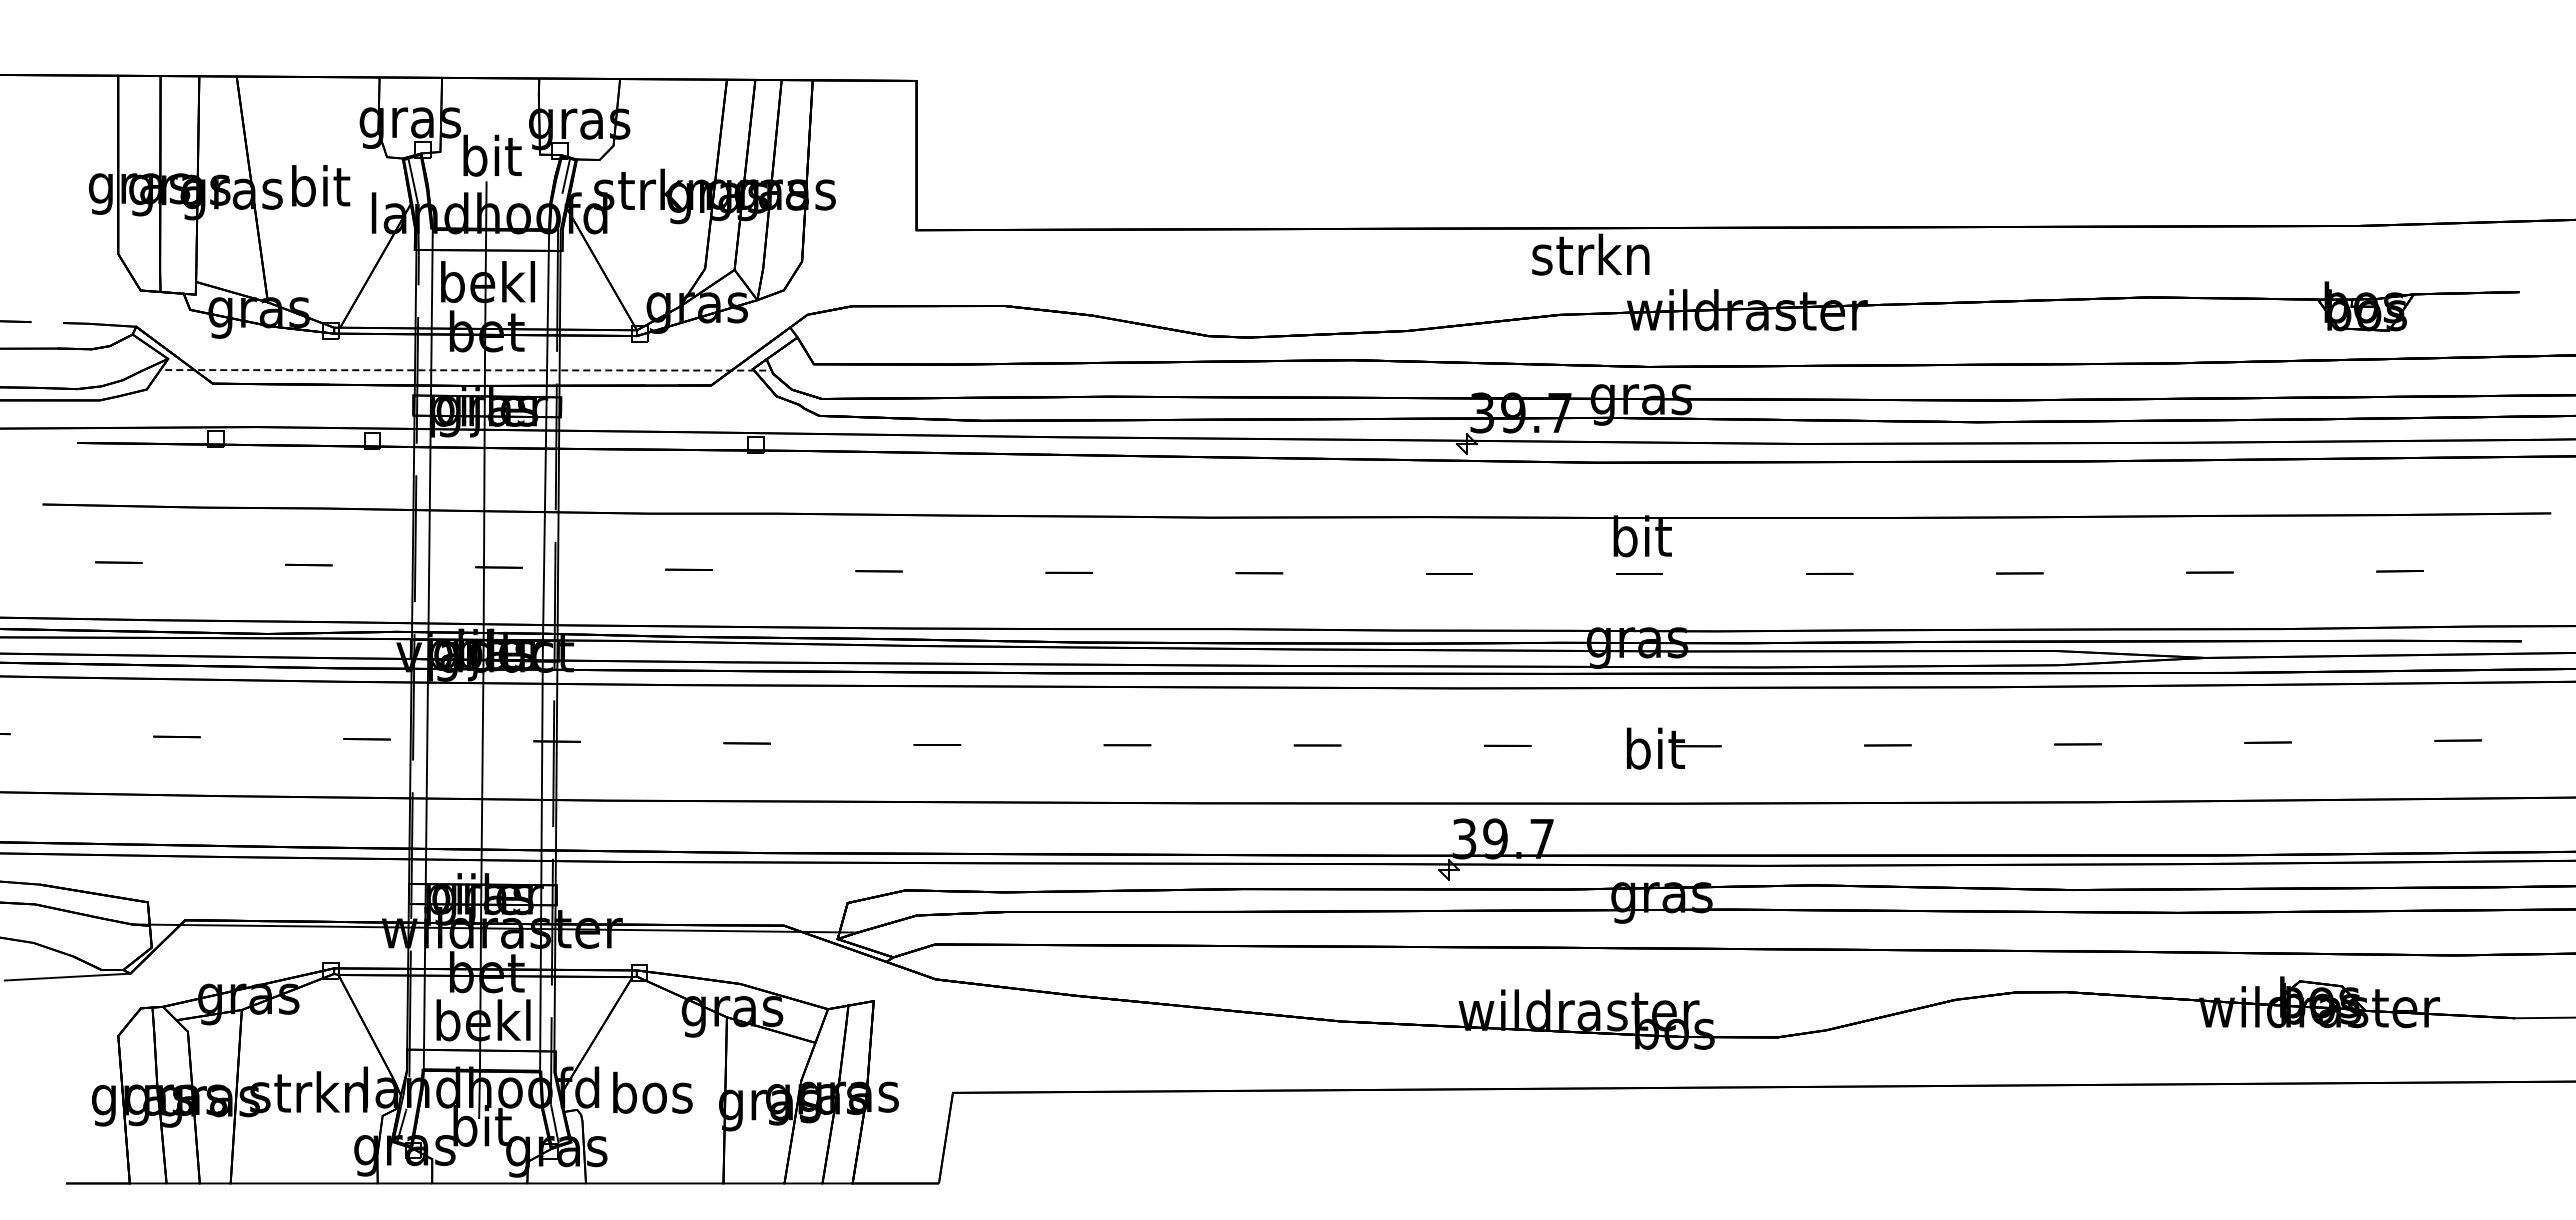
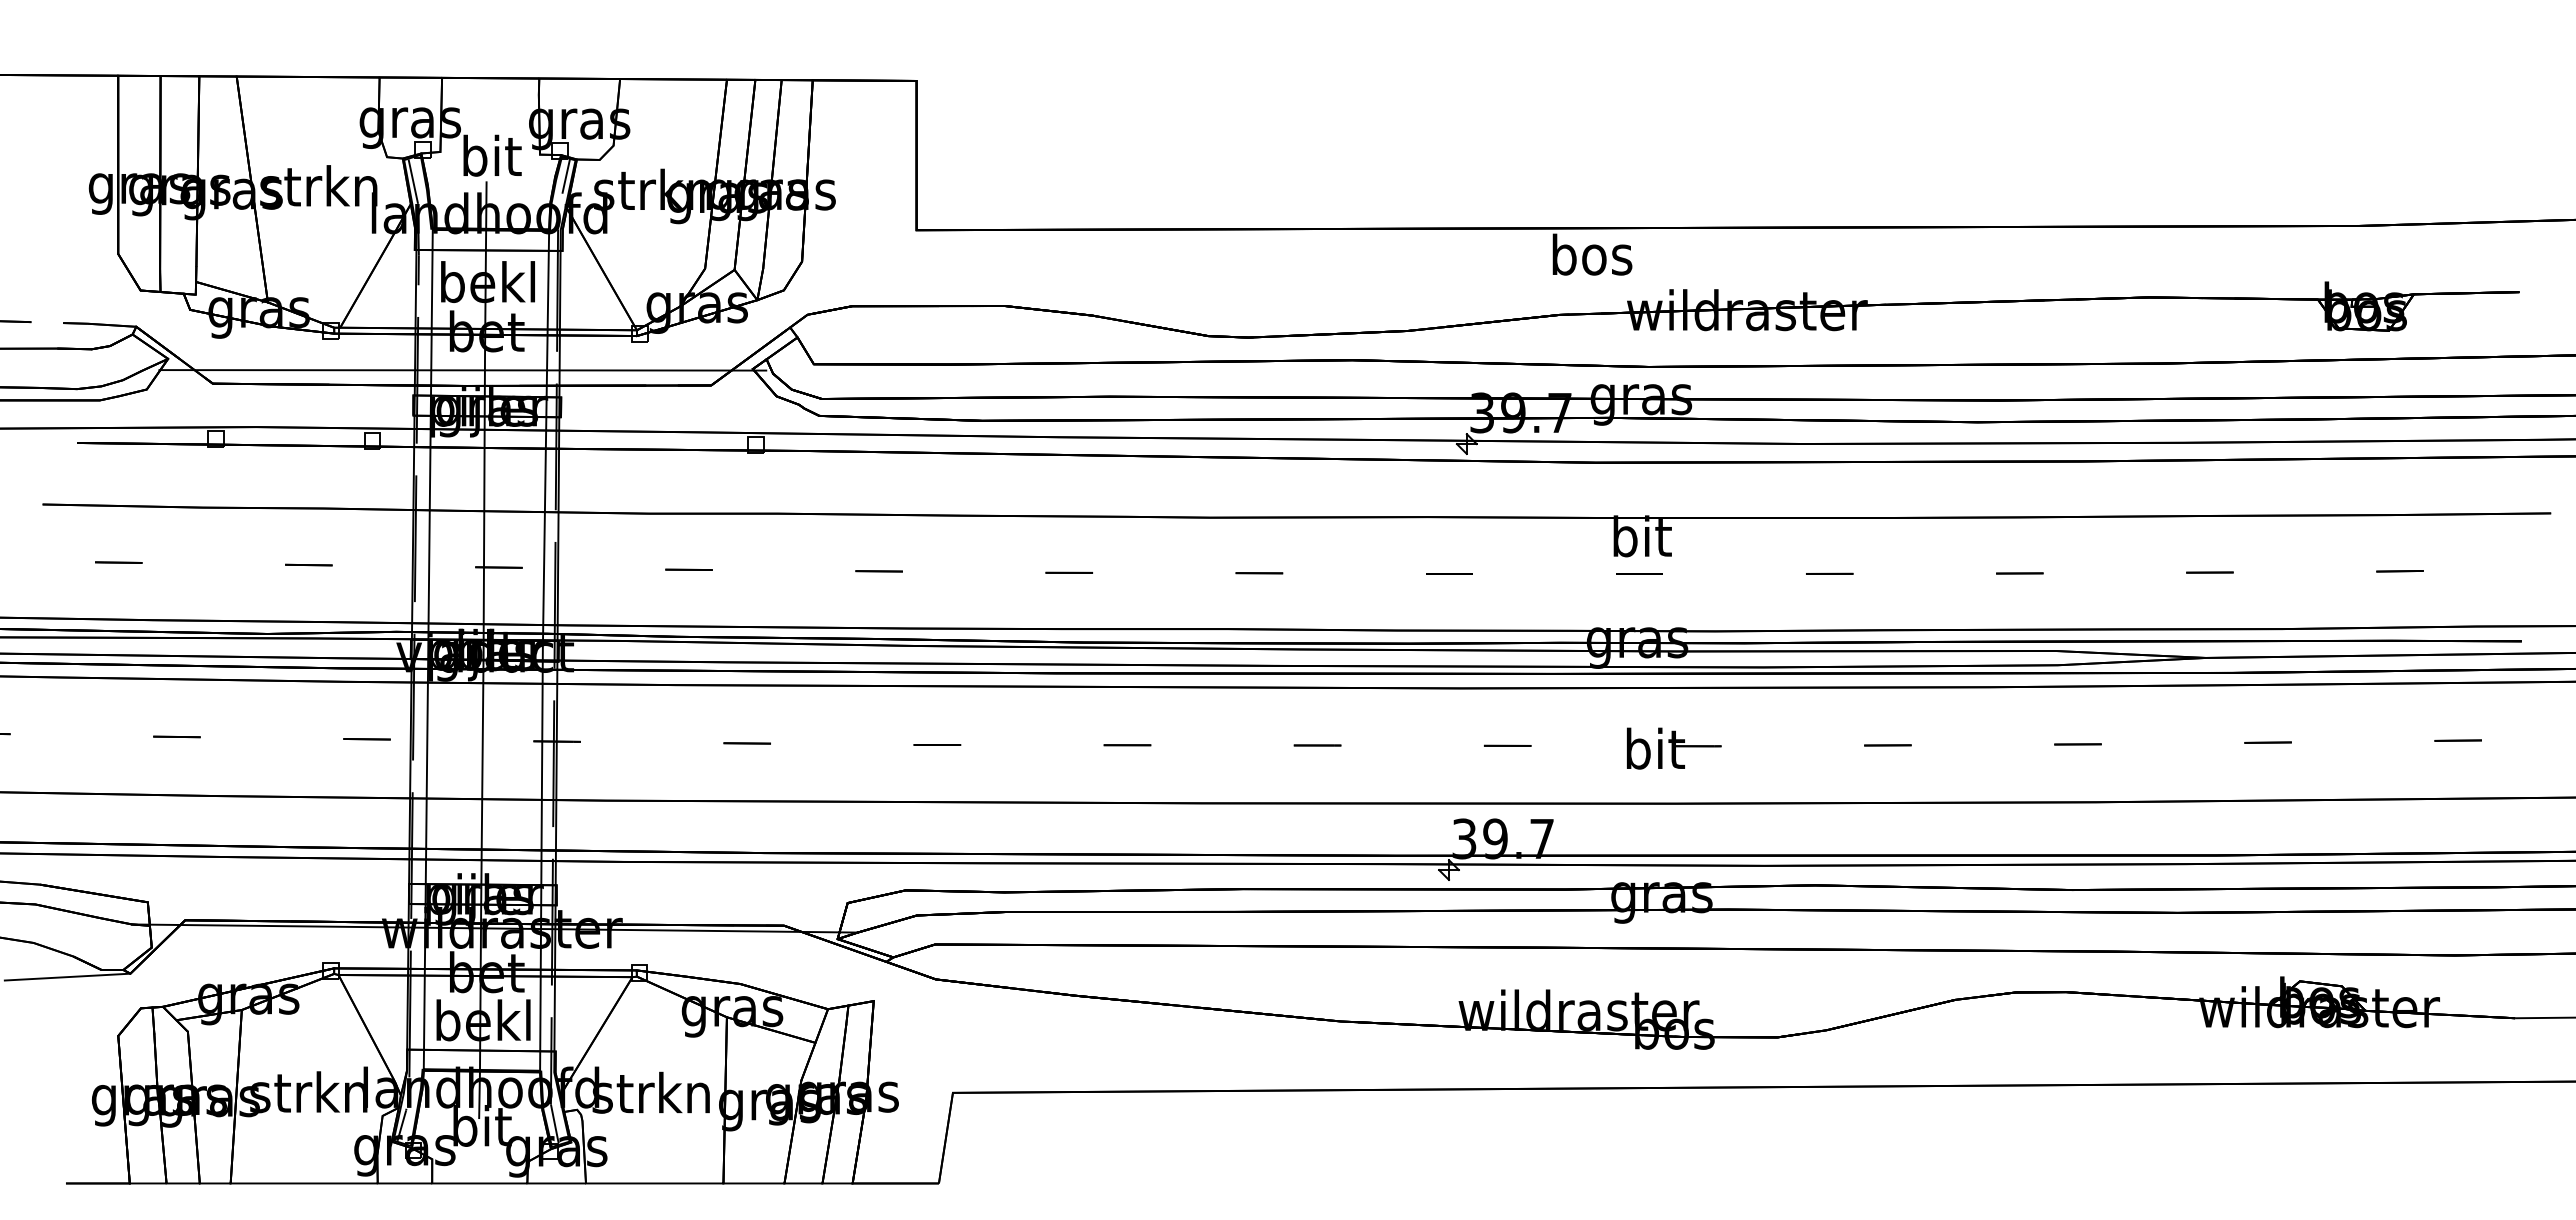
text at (318, 186): bit -> strkn
text at (1590, 254): strkn -> bos
line at (462, 370): dashed -> solid
text at (650, 1092): bos -> strkn
